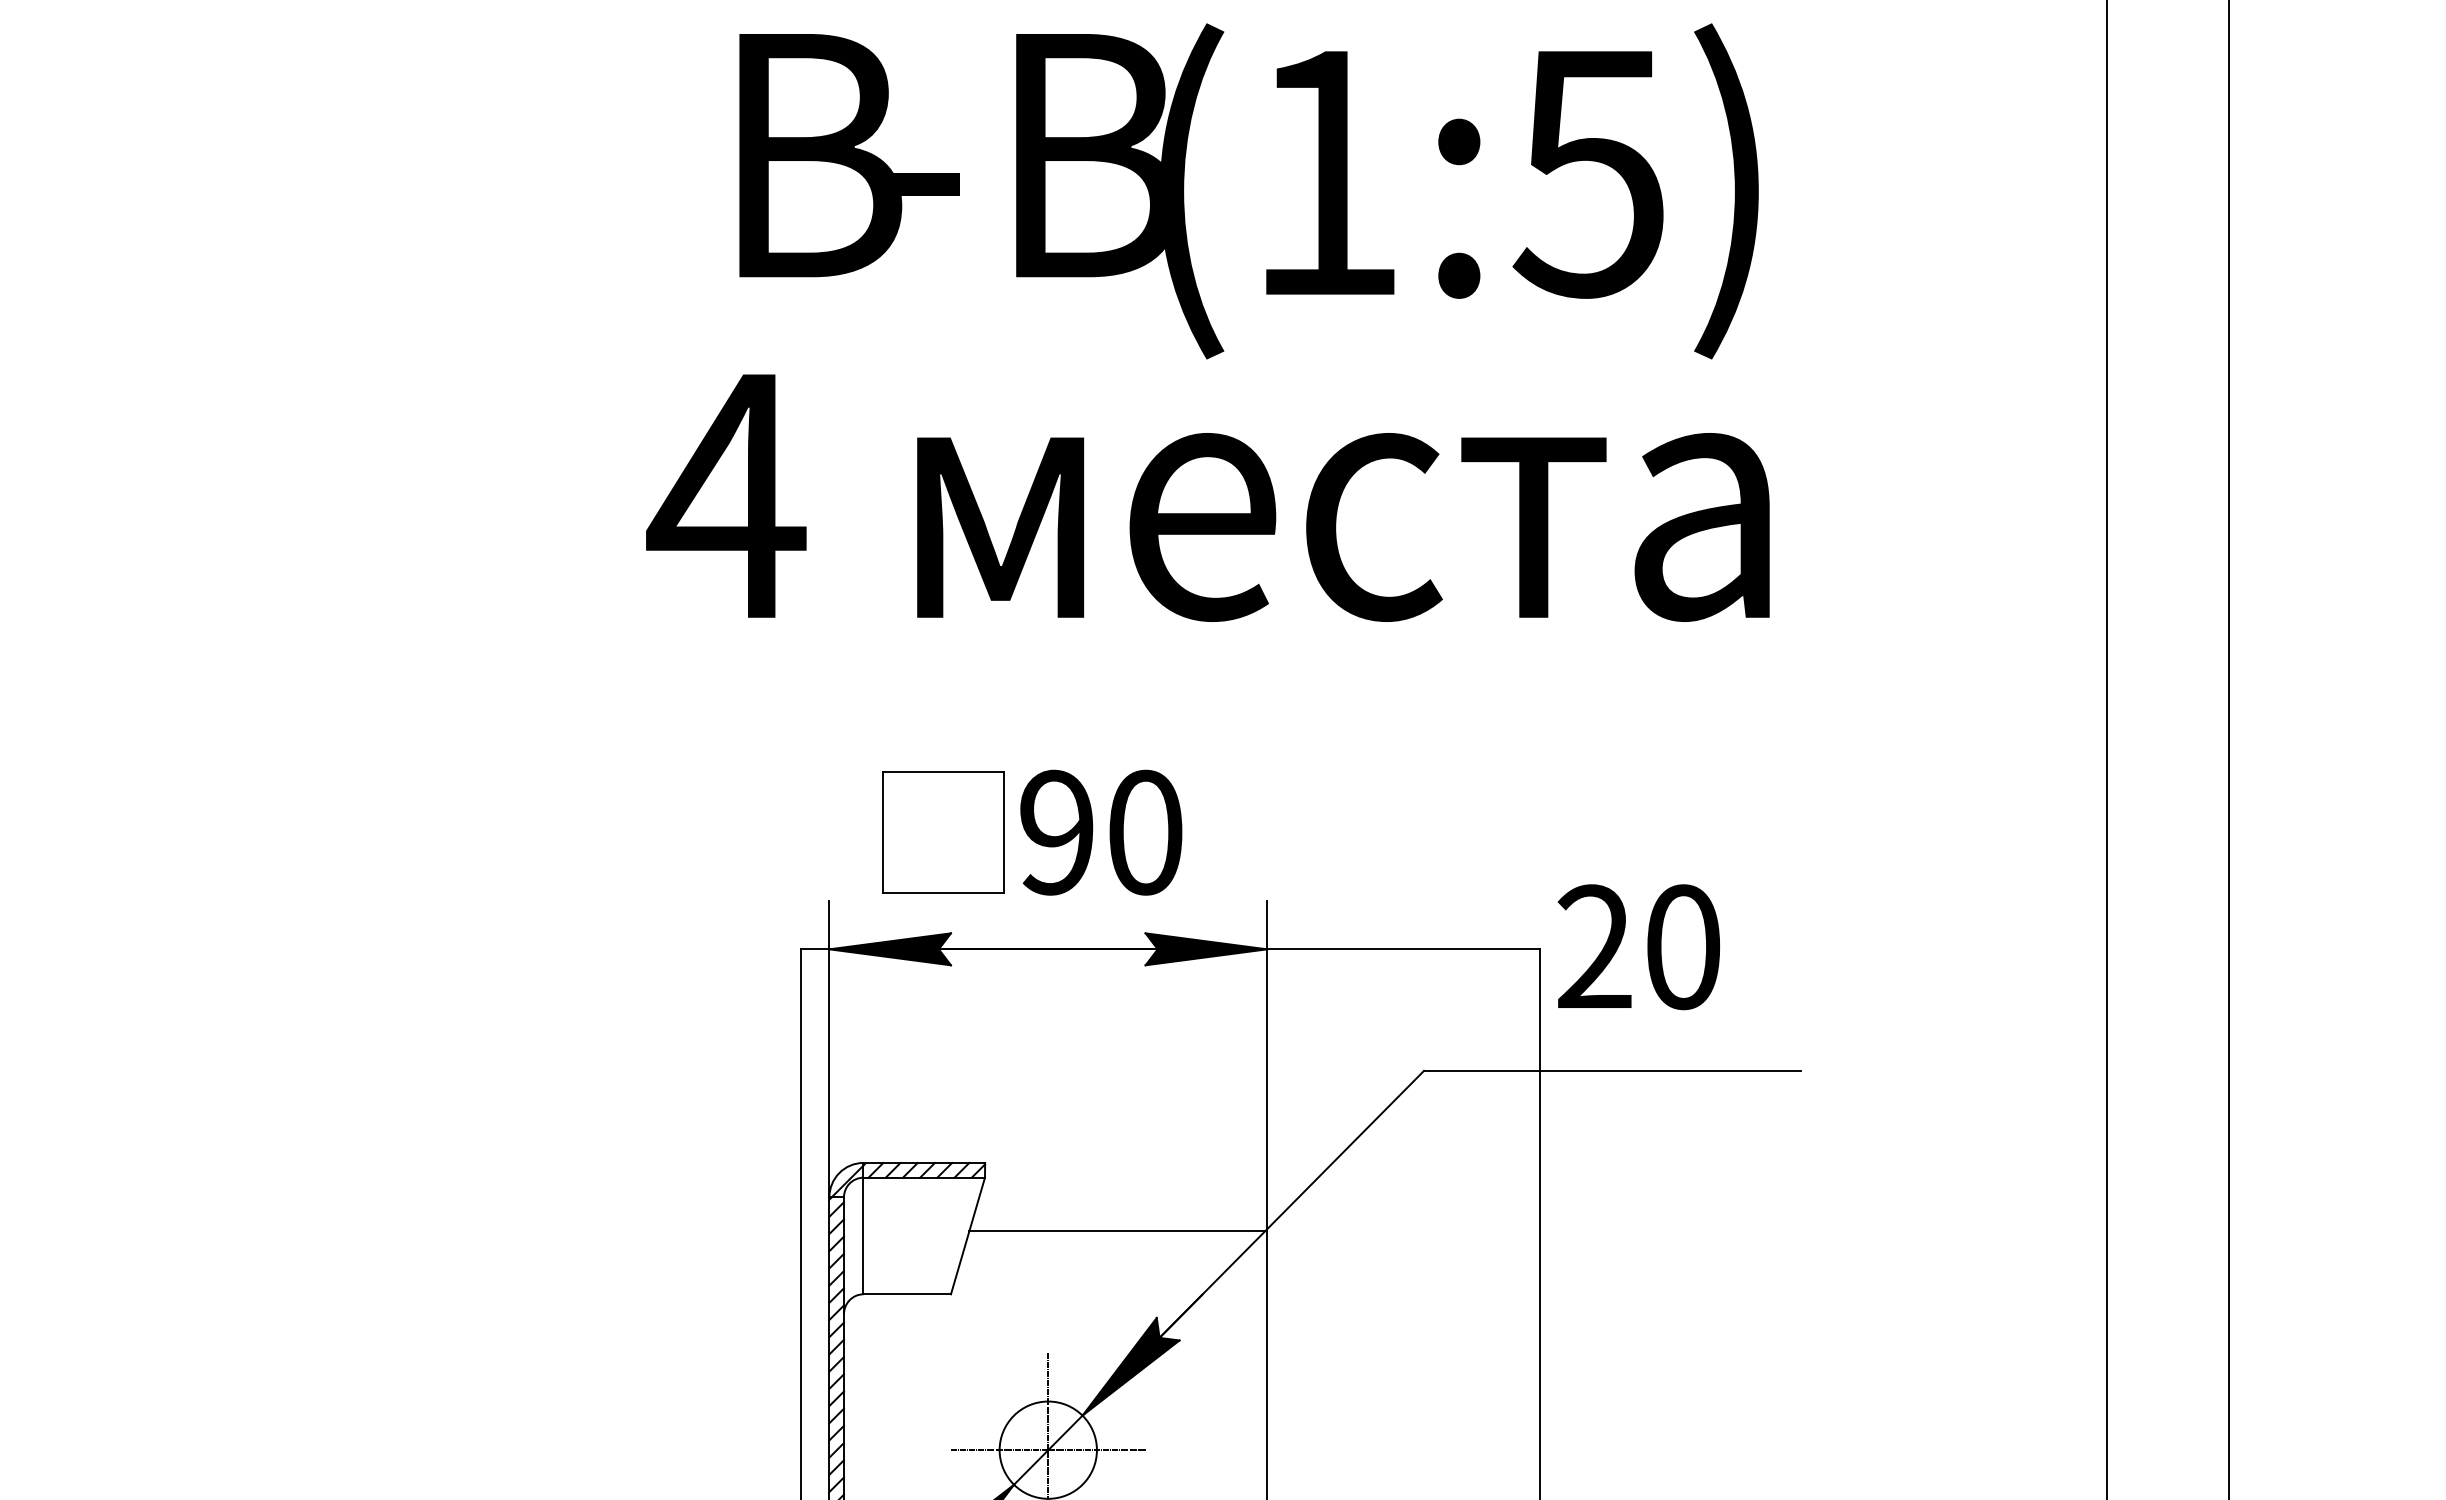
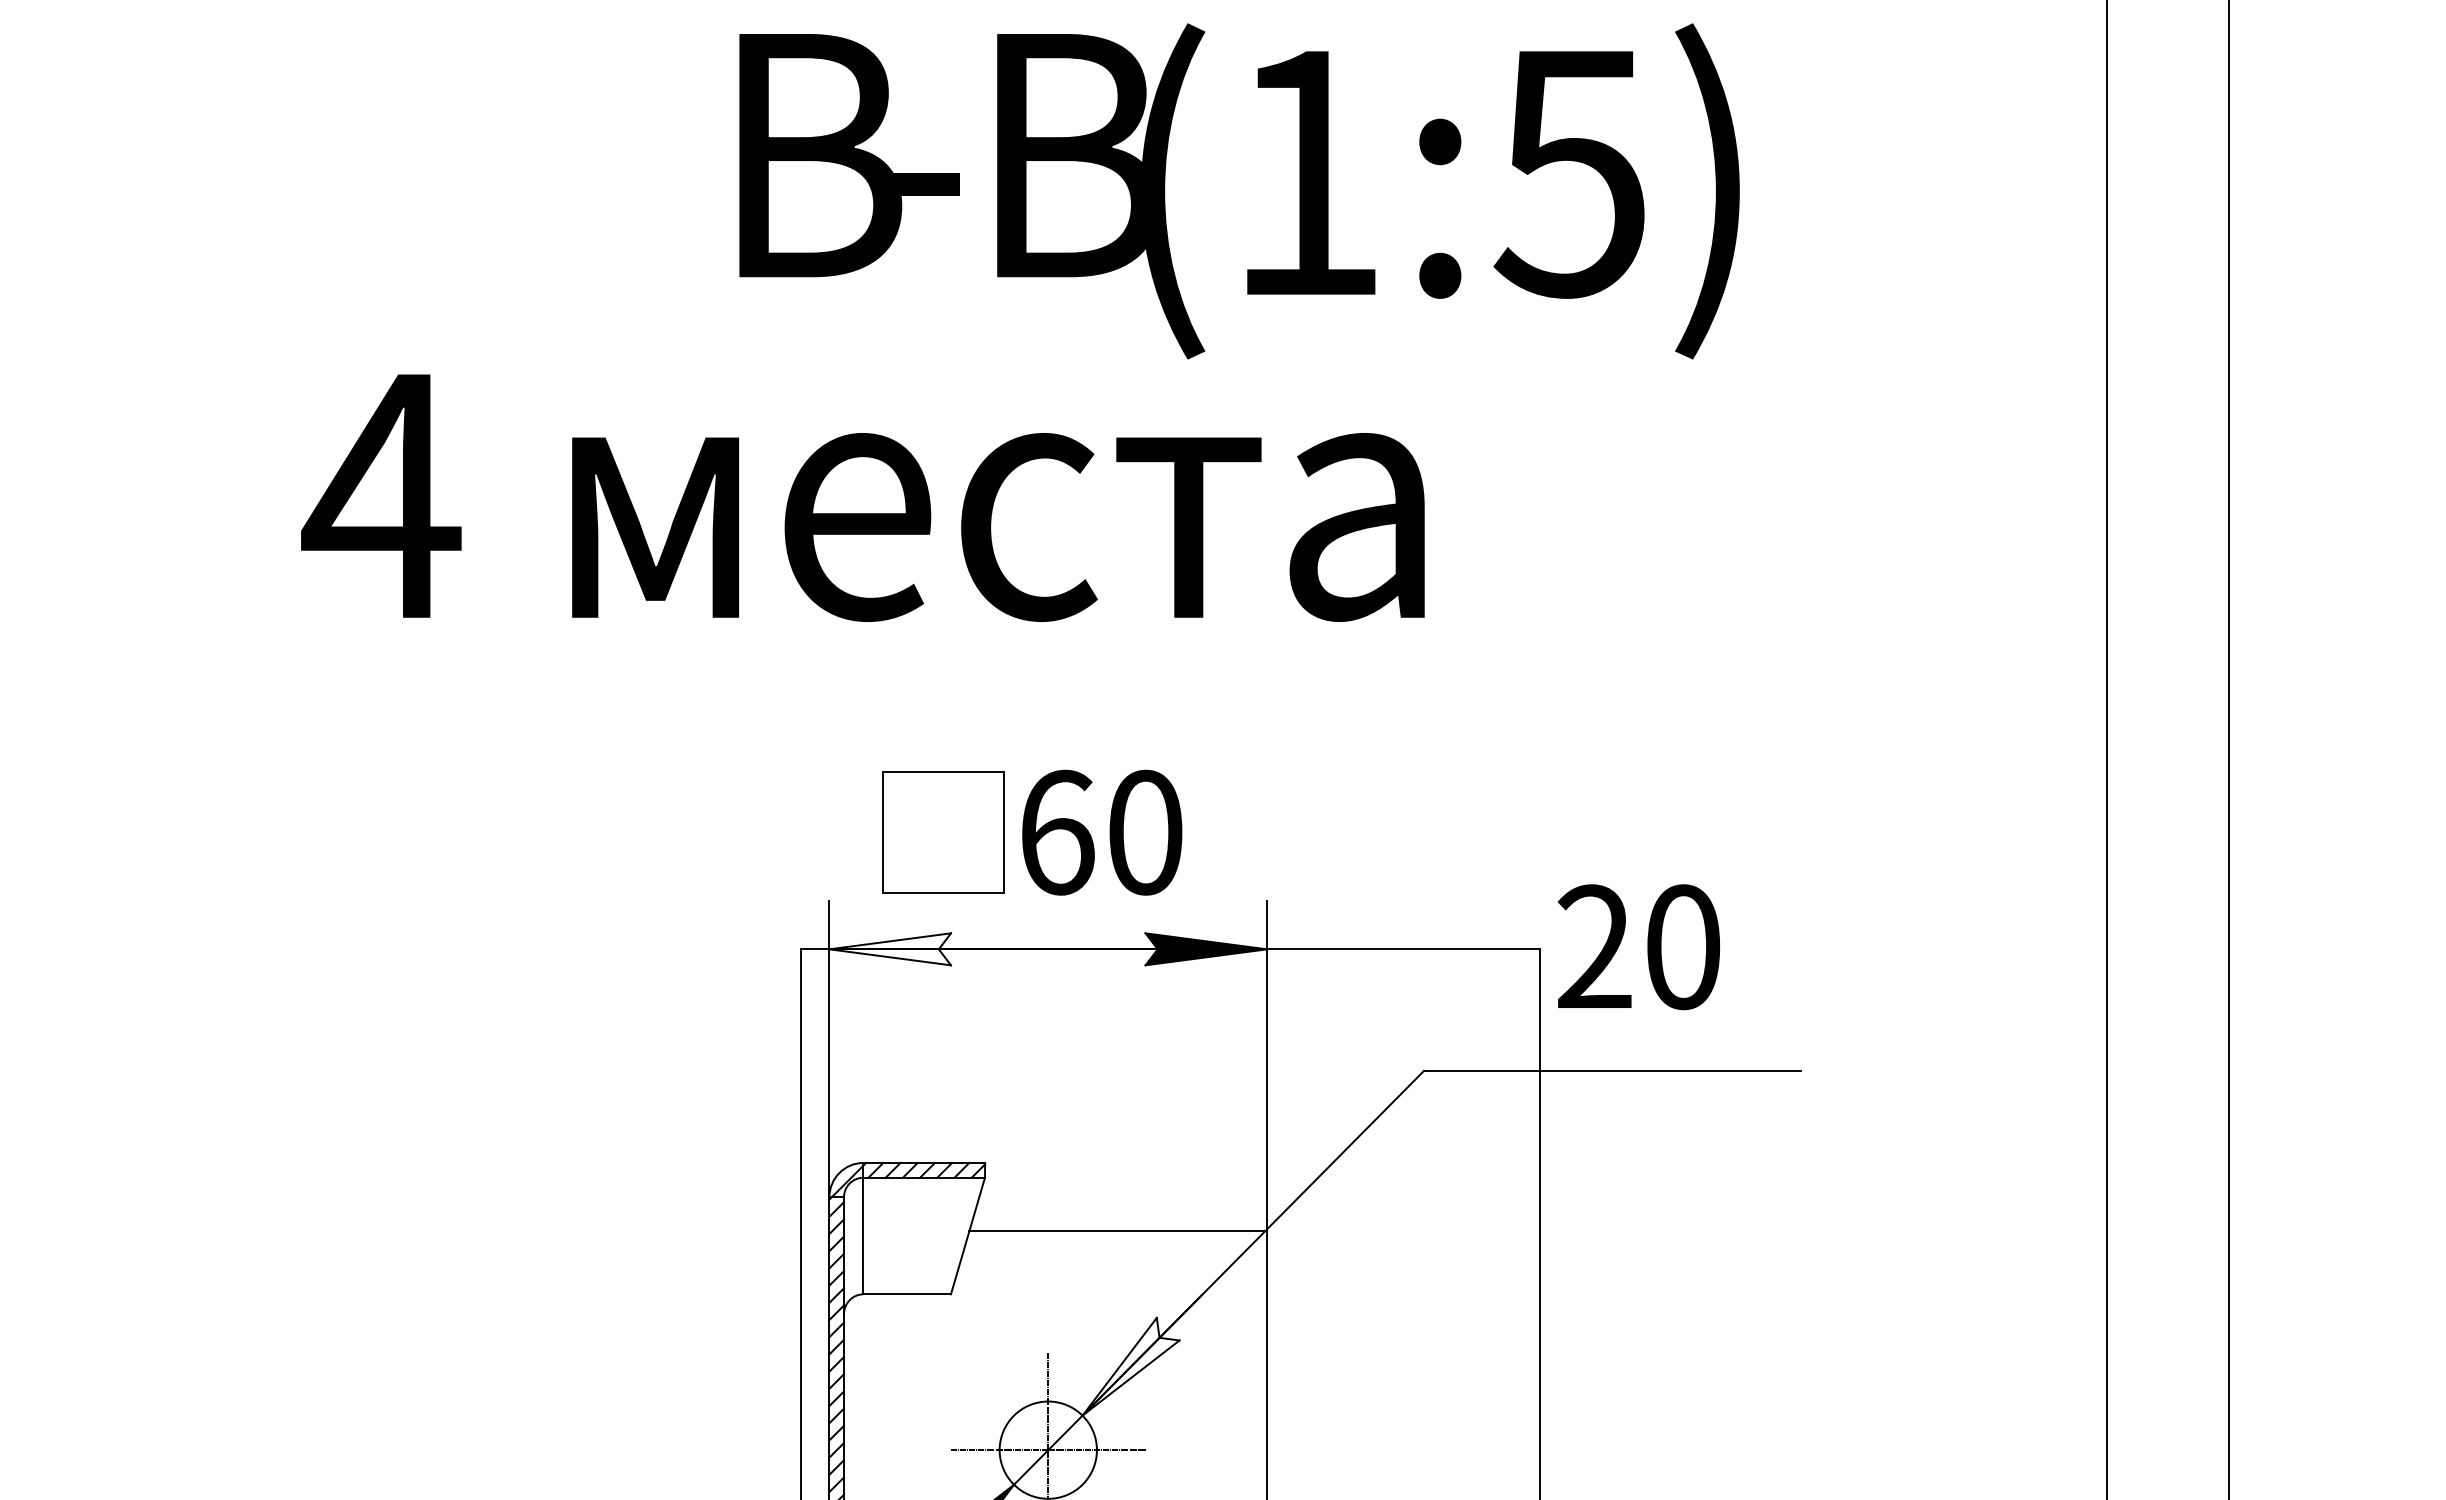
text at (1387, 191) position: (1387, 191) -> (1368, 191)
text at (1207, 497) position: (1207, 497) -> (862, 497)
text at (1057, 832): 90 -> 60
fill at (890, 949): present -> none
fill at (1130, 1366): present -> none
